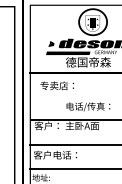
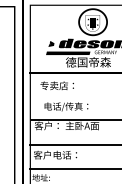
text at (88, 106) position: (88, 106) -> (66, 106)
